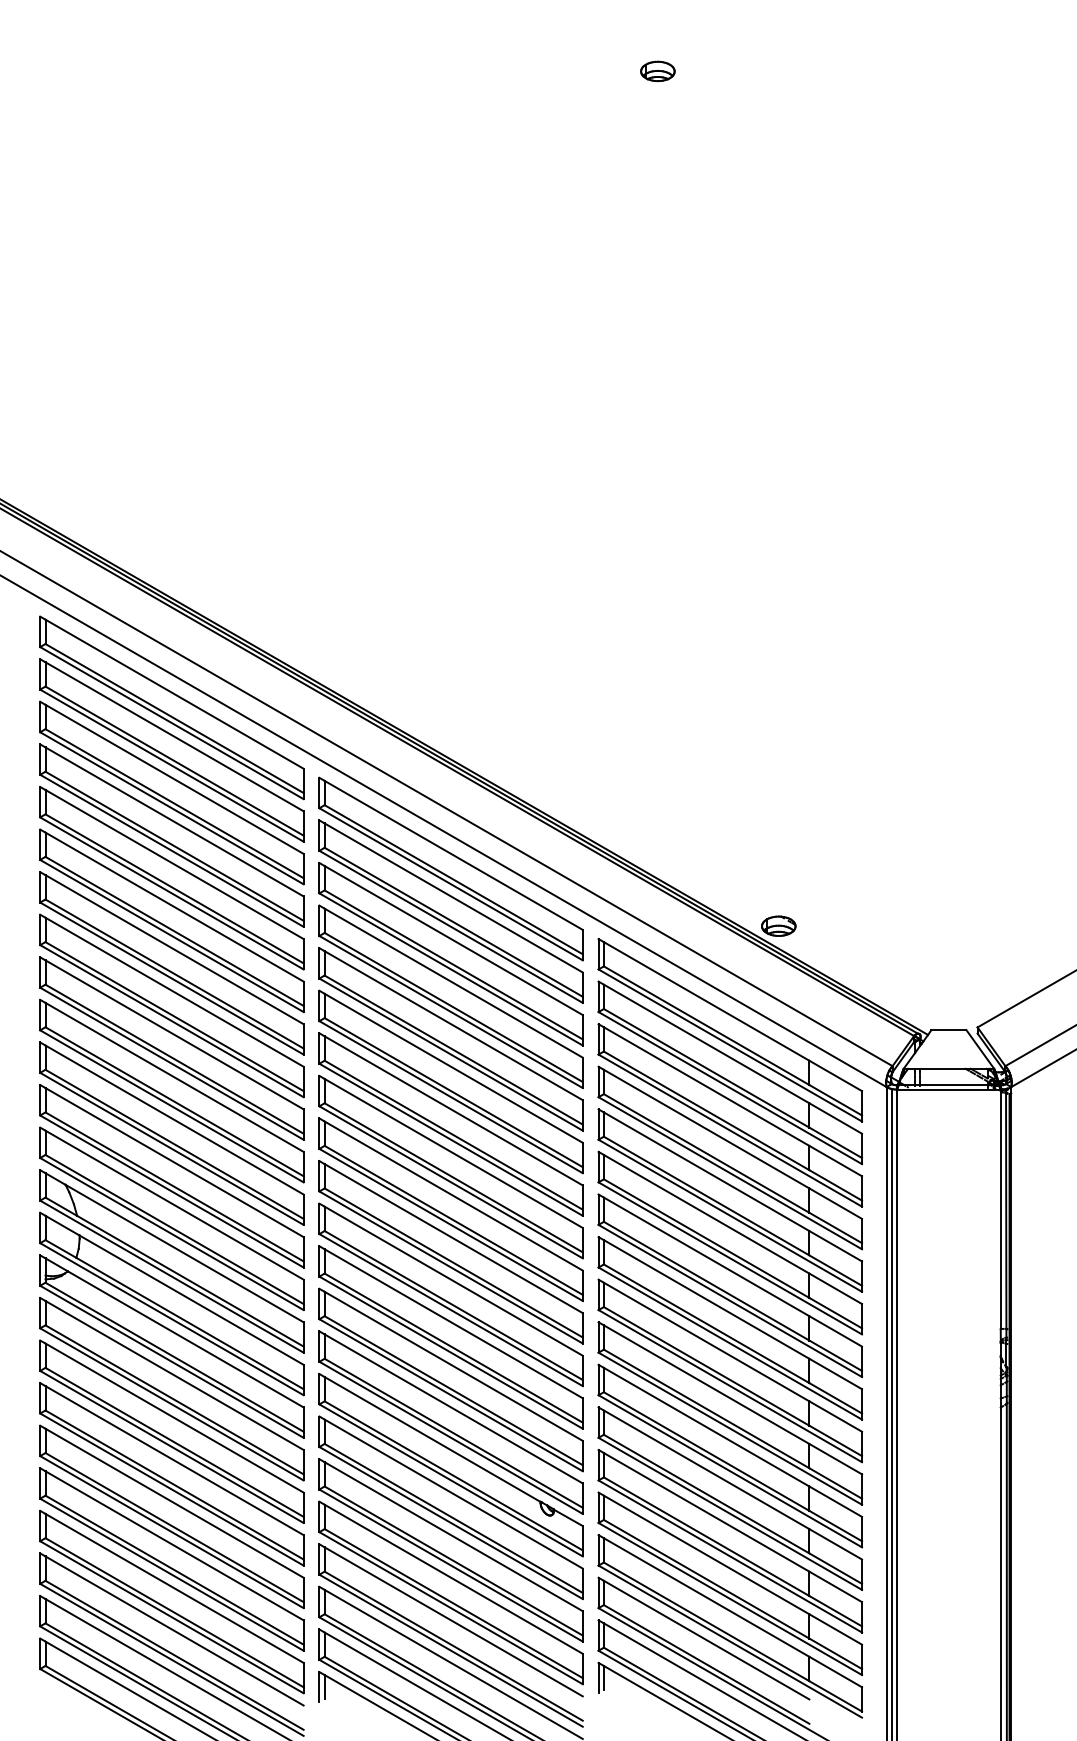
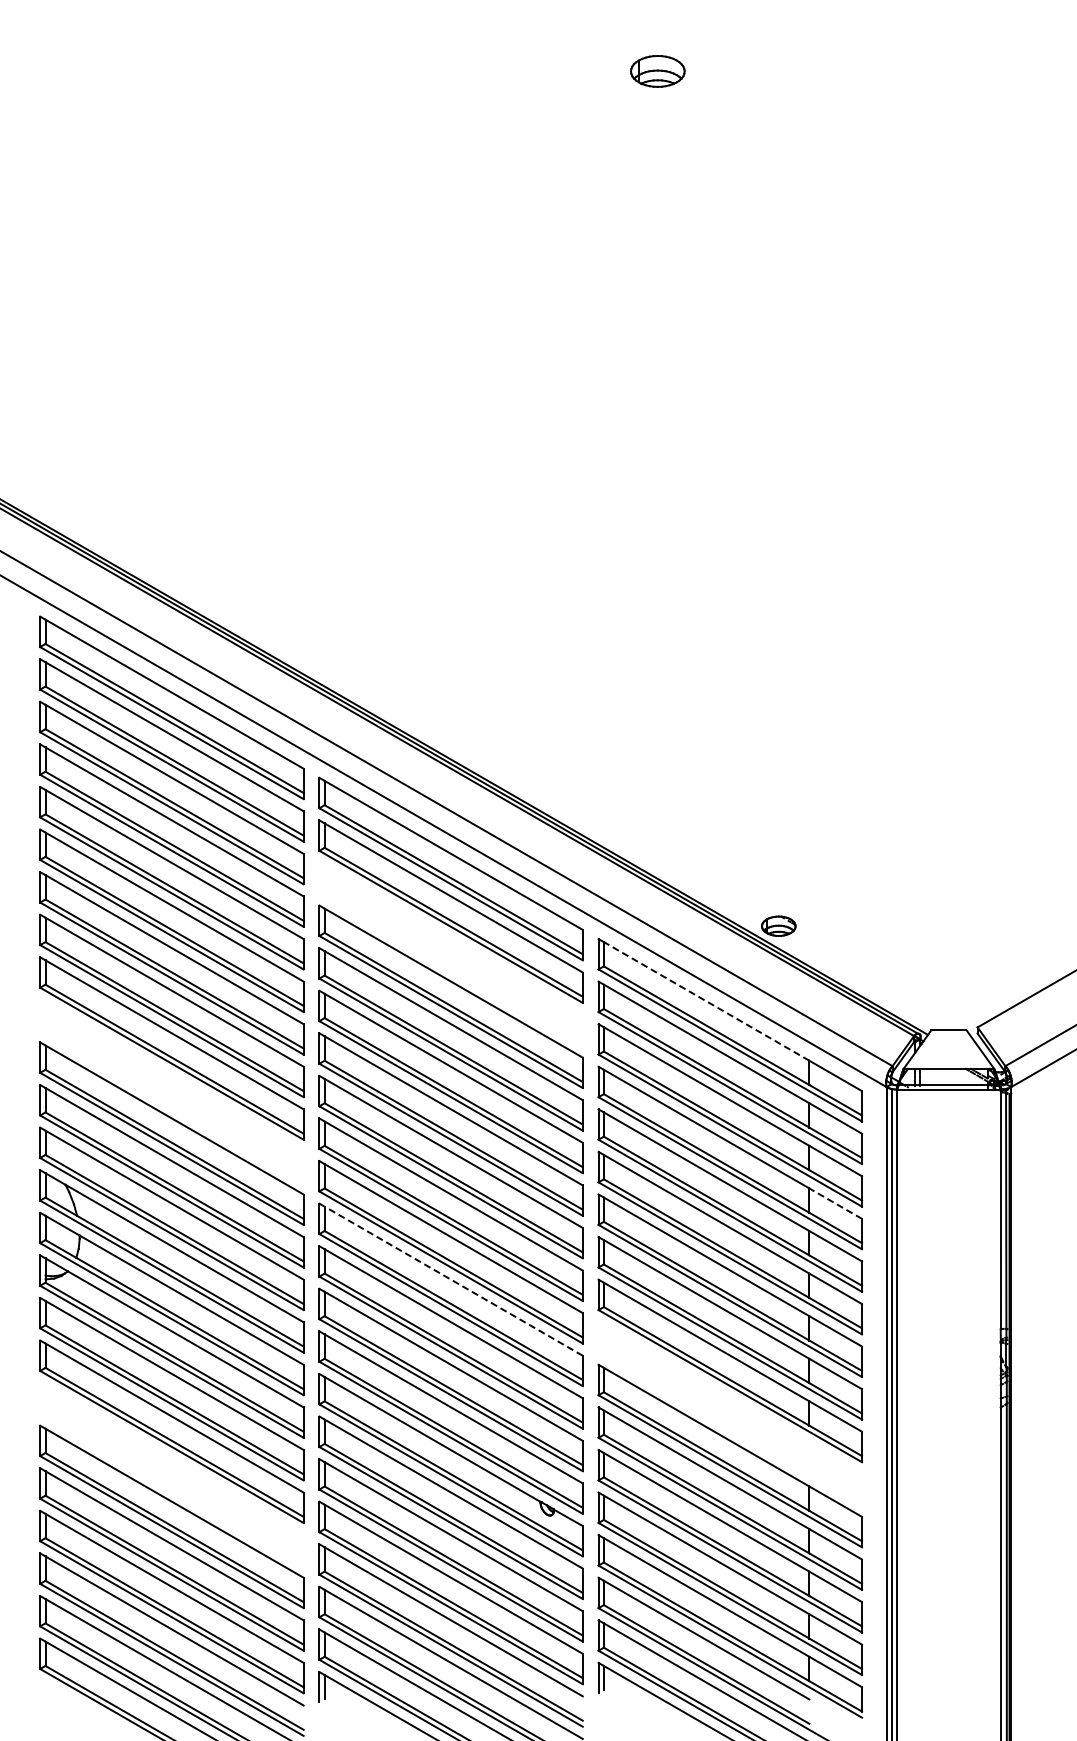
part at (657, 71) size: 36x23 px -> 56x33 px
part at (450, 954): present -> none
line at (706, 1001): solid -> dashed
part at (171, 1090): present -> none
line at (835, 1203): solid -> dashed
line at (453, 1280): solid -> dashed
part at (730, 1413): present -> none
part at (171, 1474): present -> none
